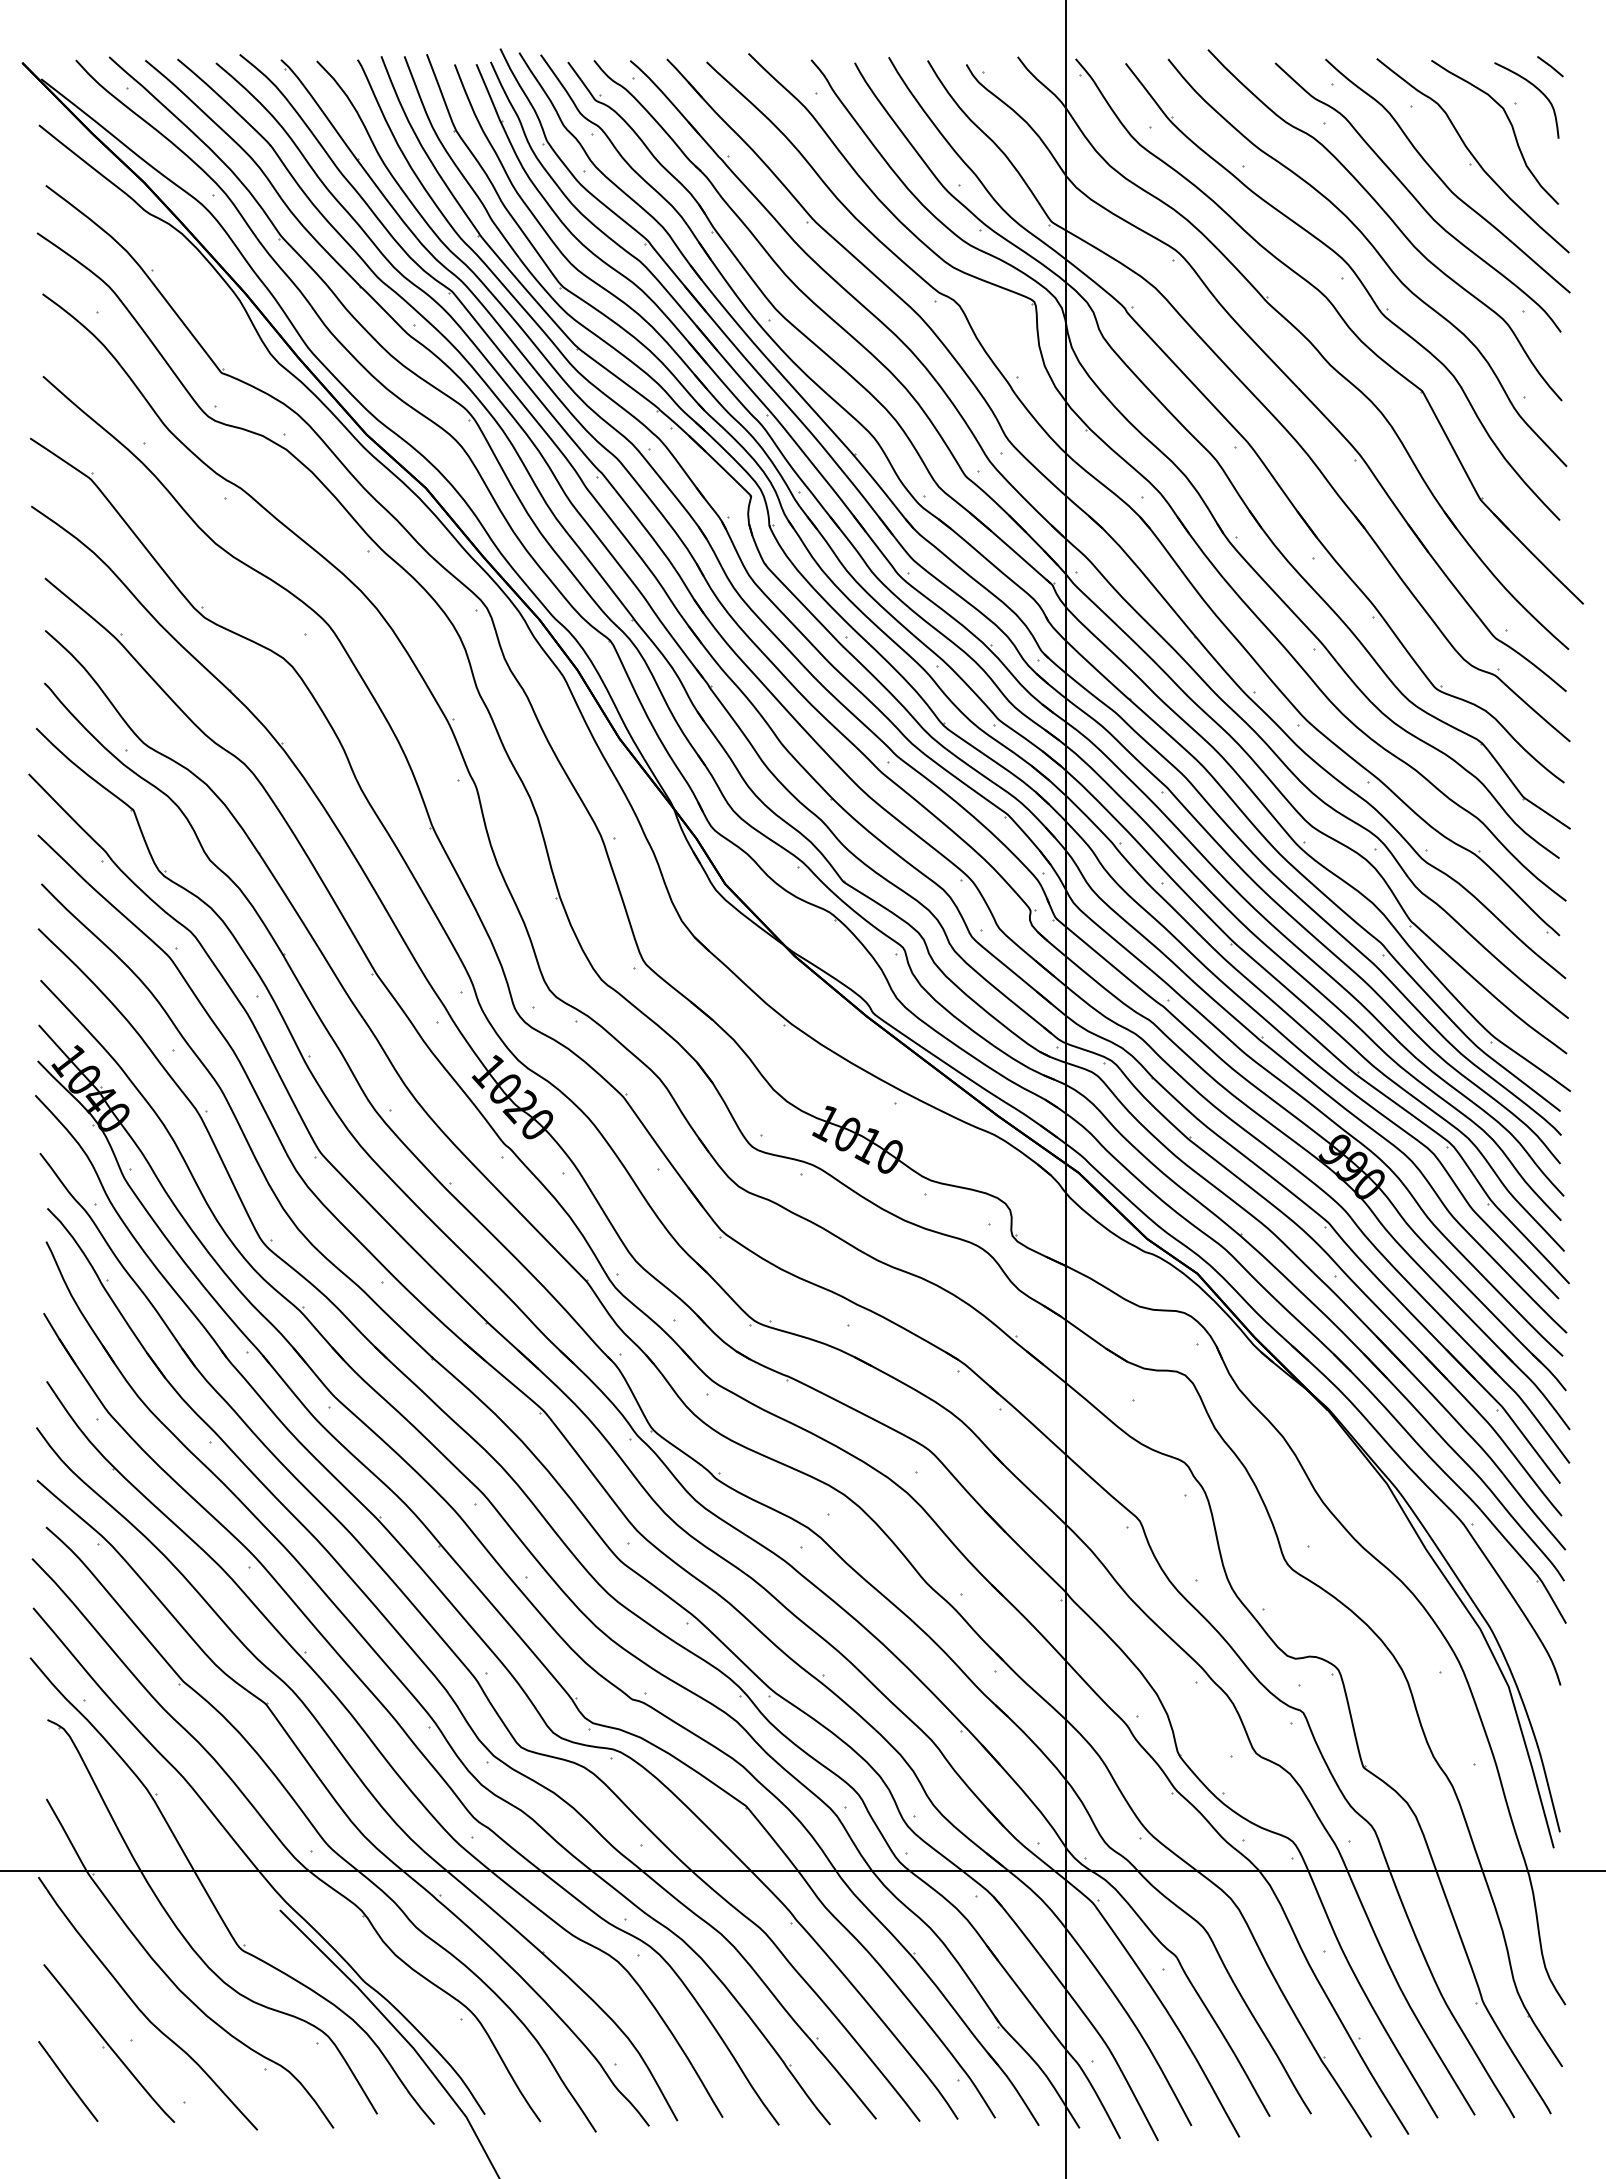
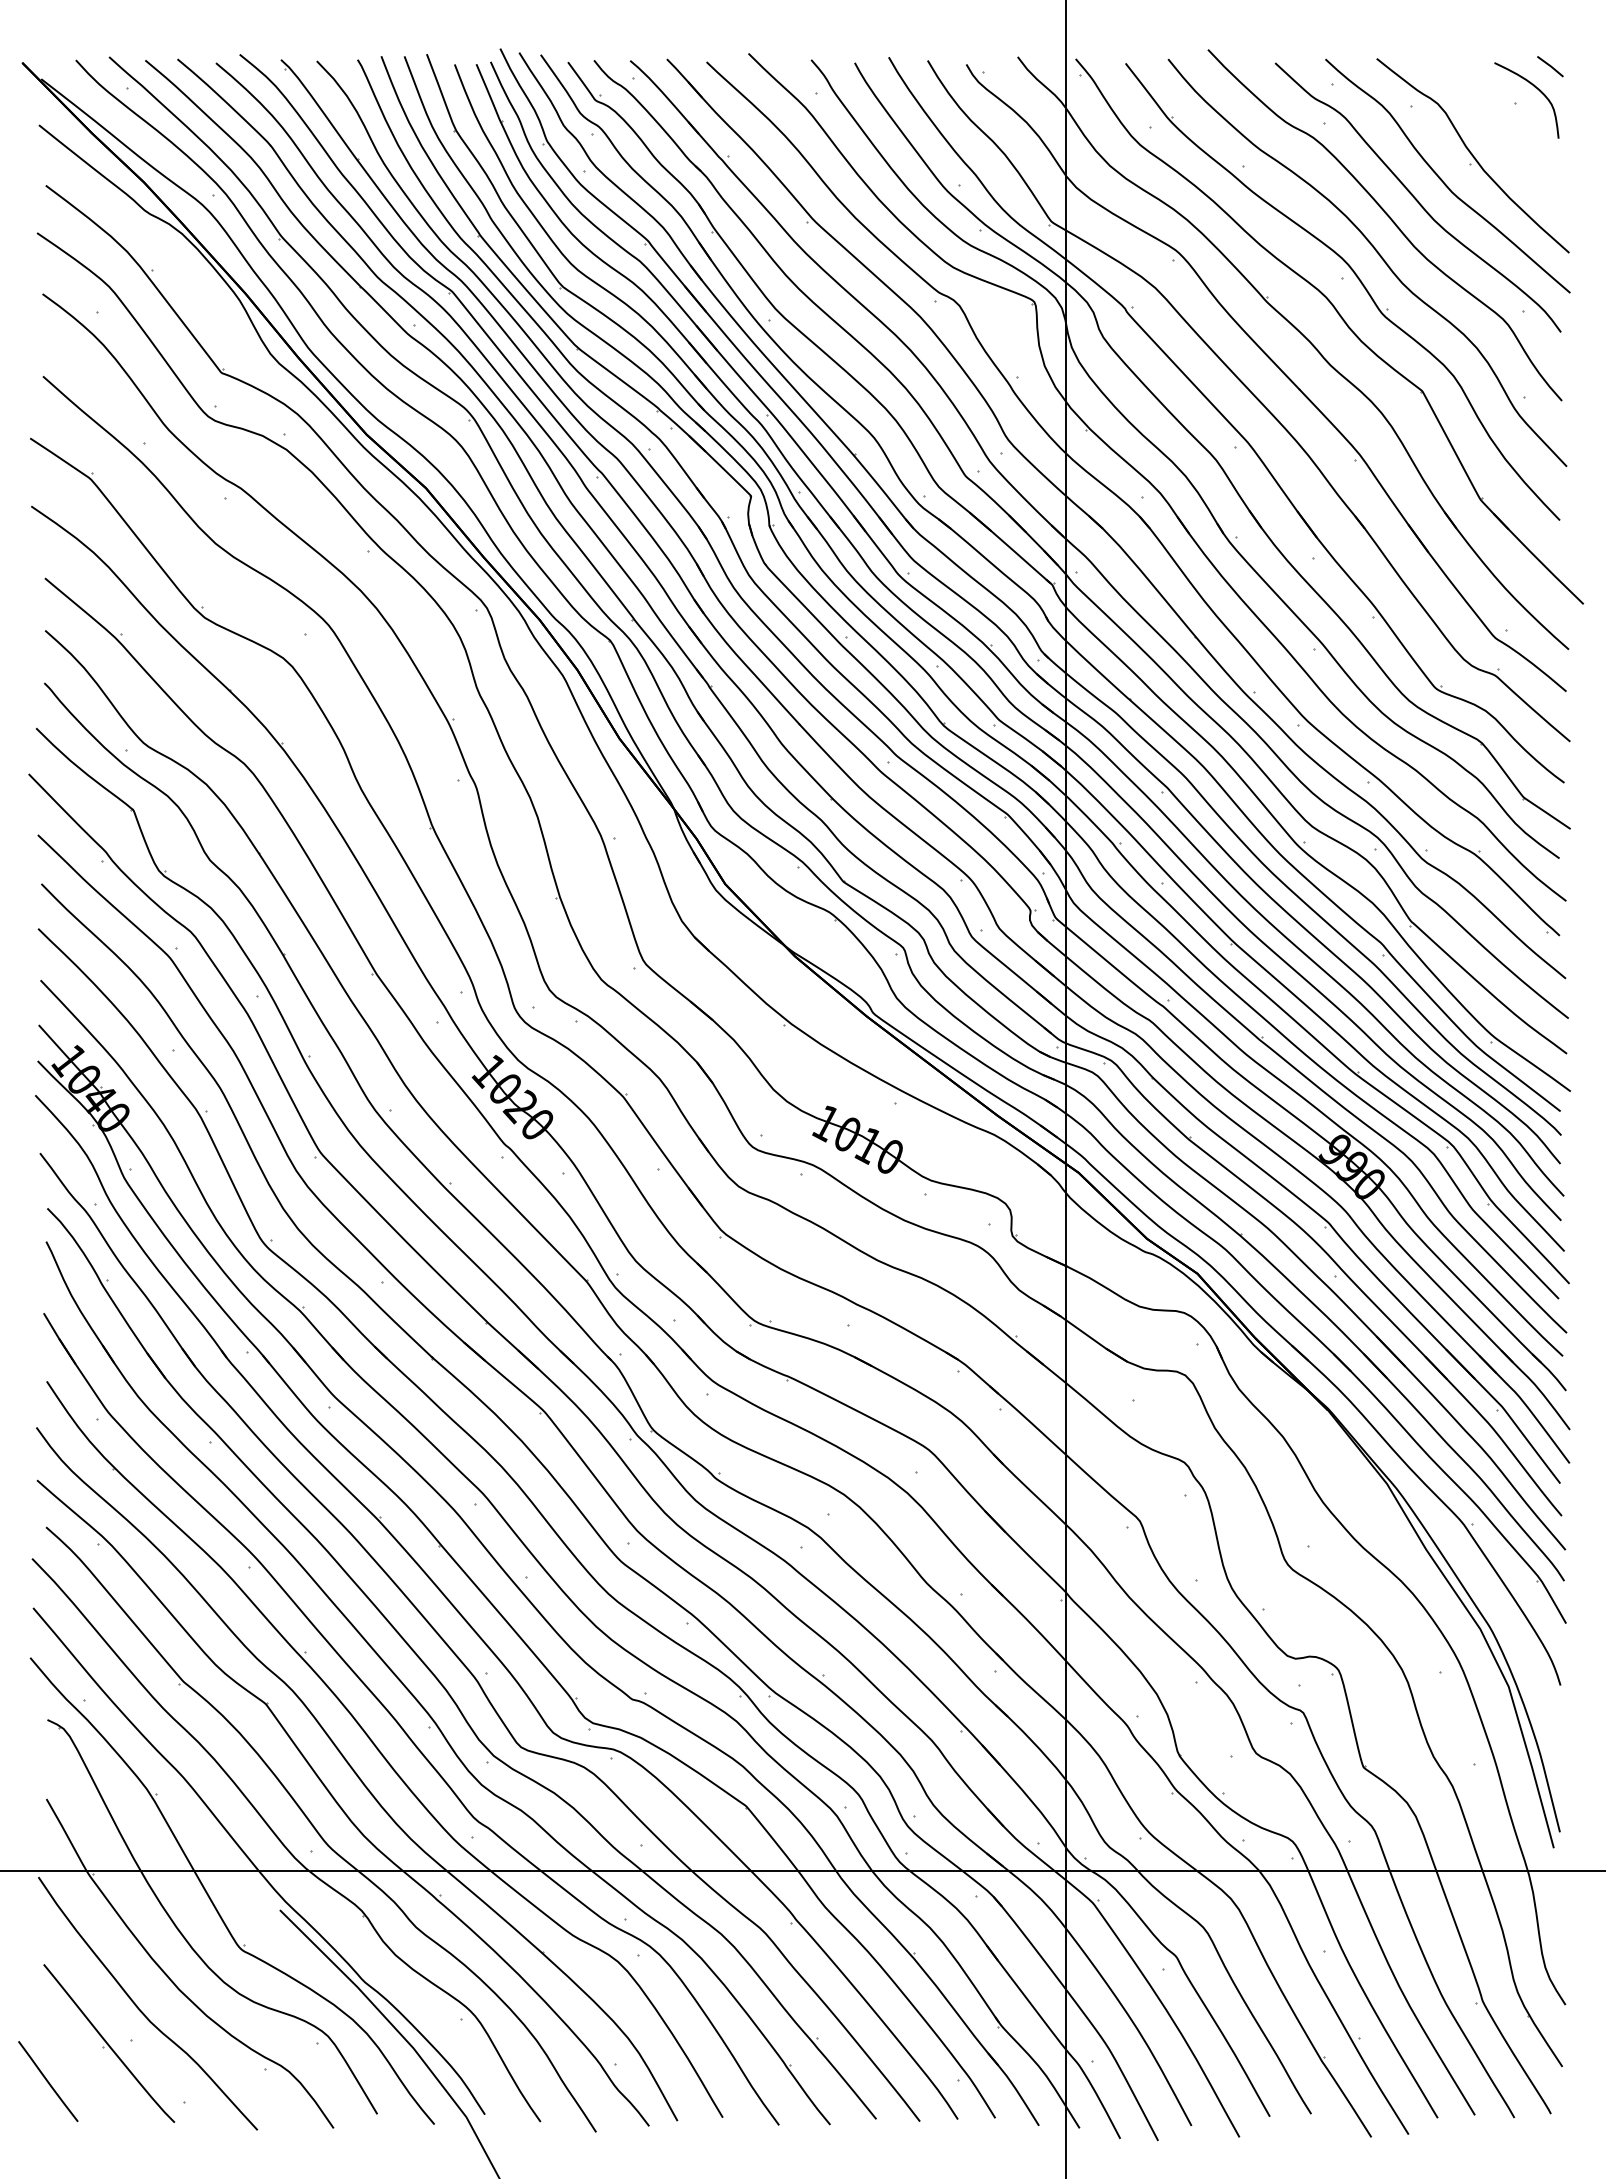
curve at (1509, 123): present -> none
line at (68, 2081) position: (68, 2081) -> (48, 2081)
